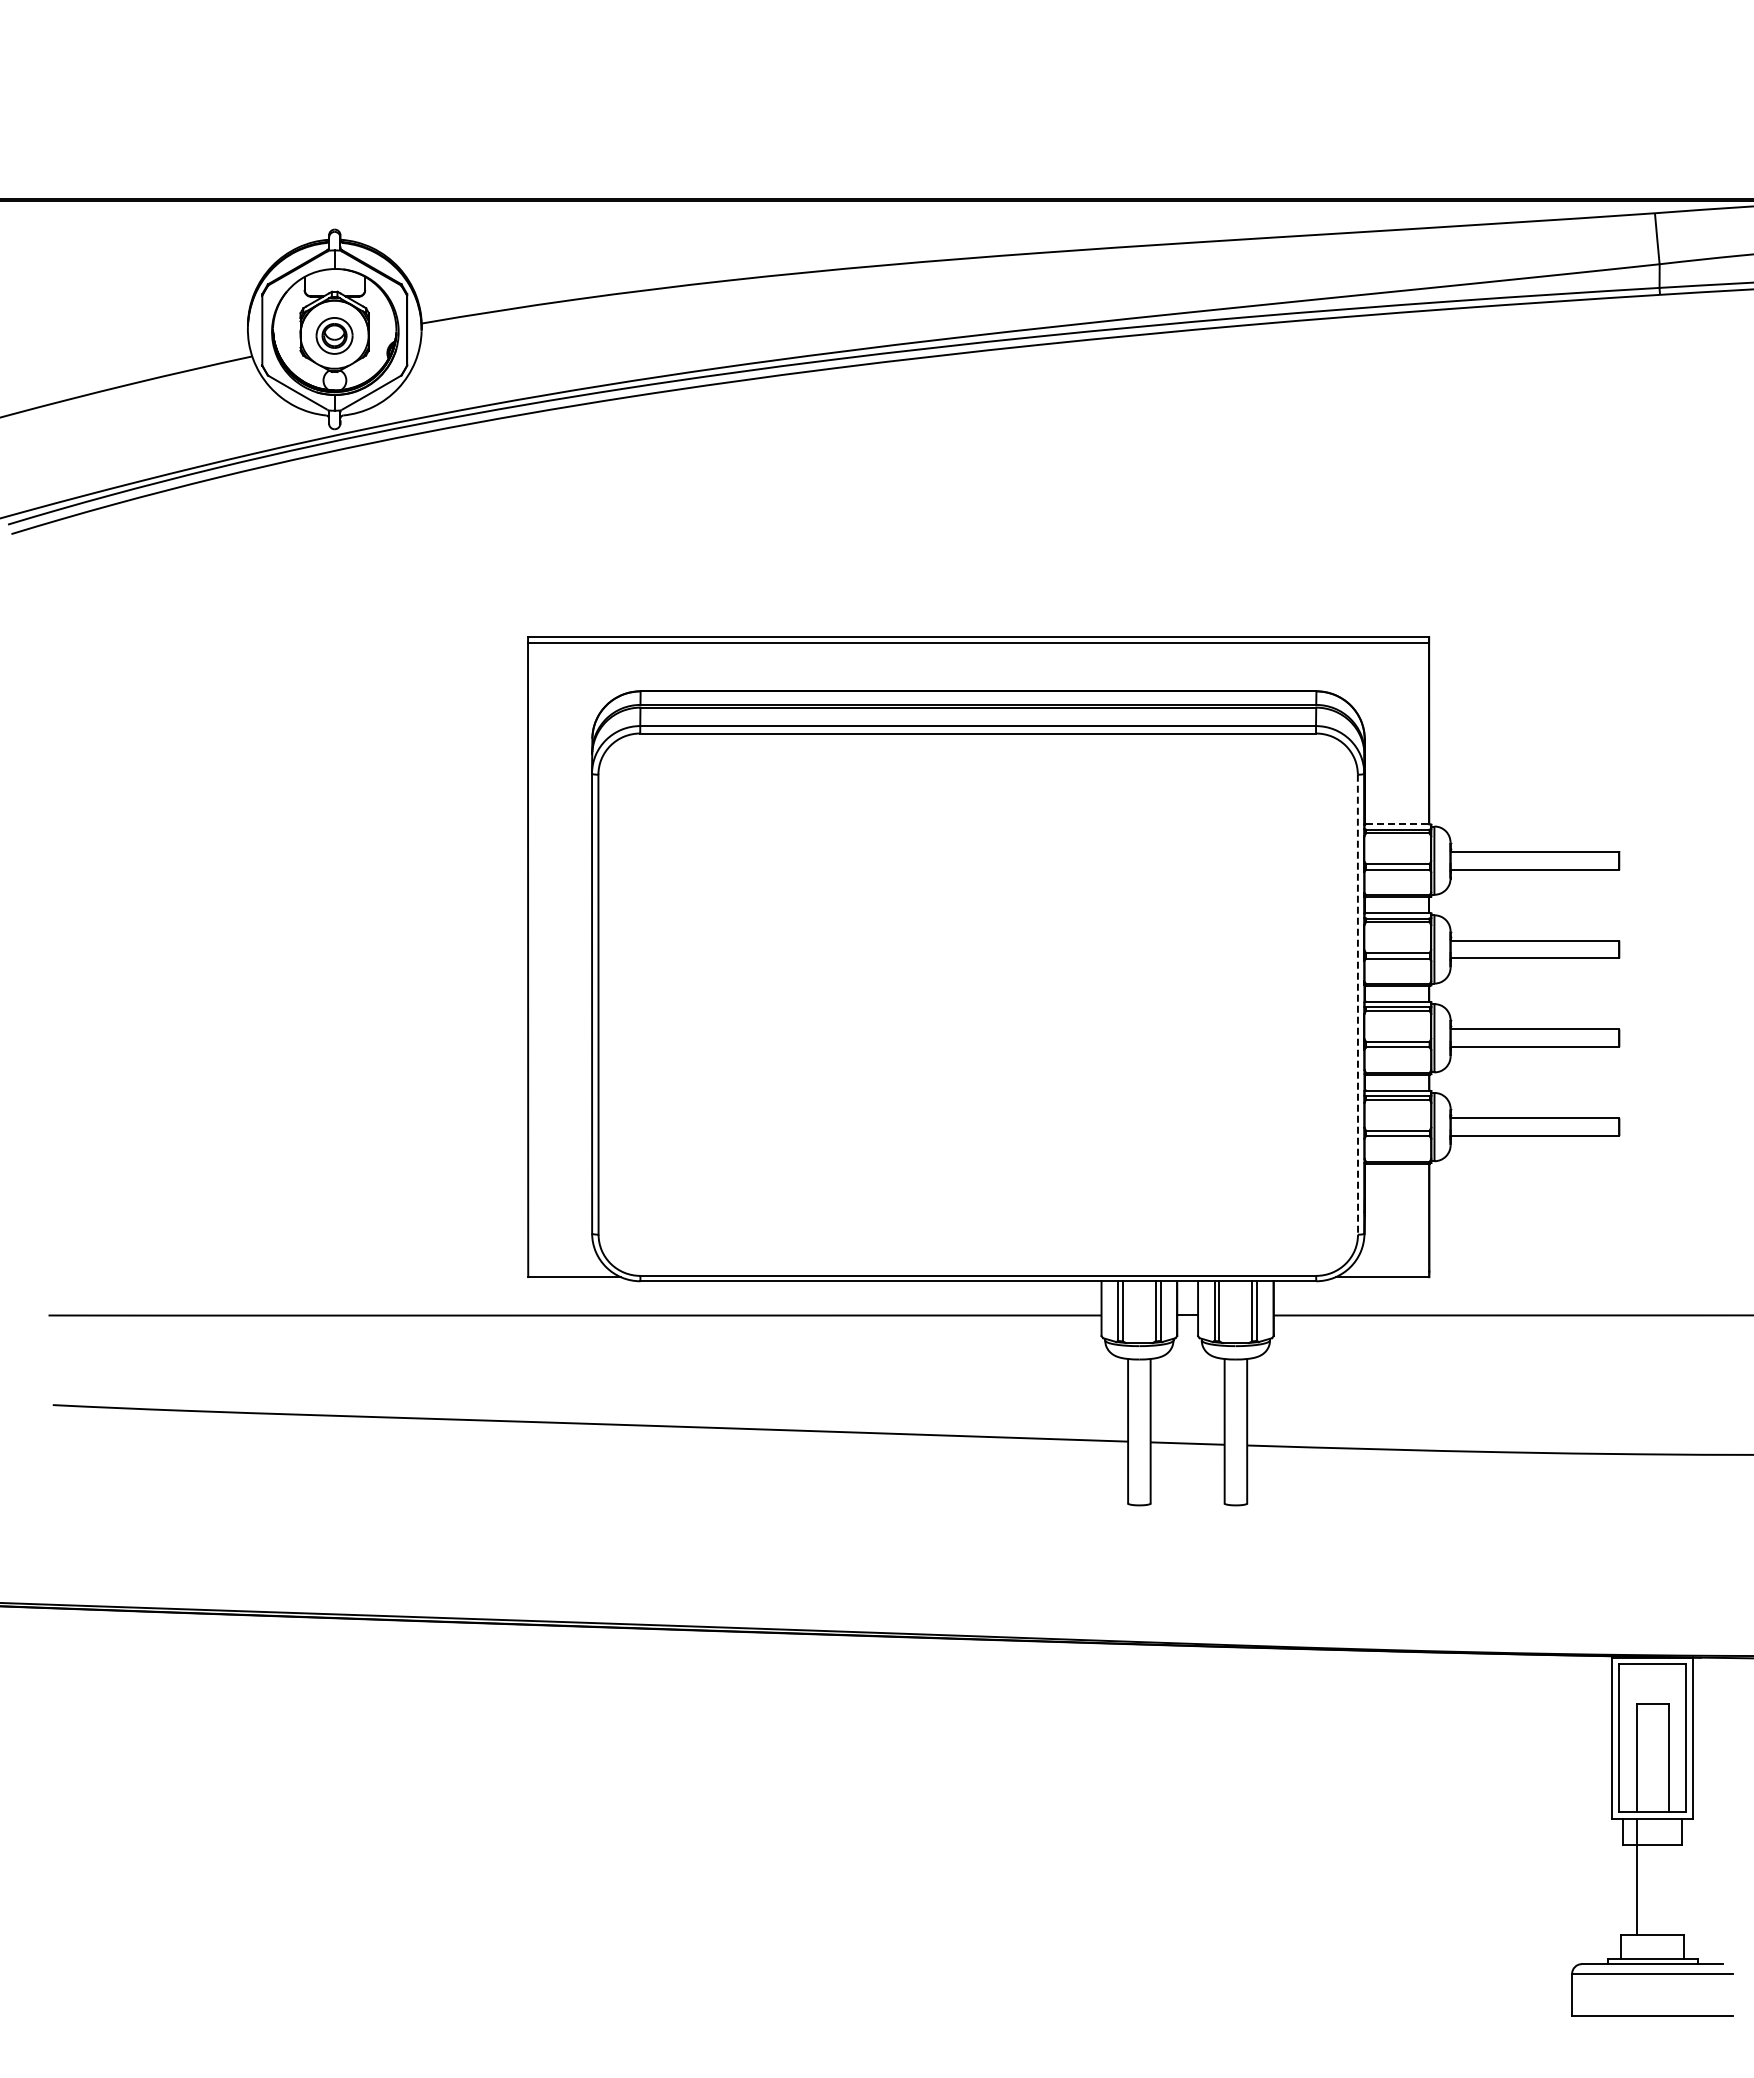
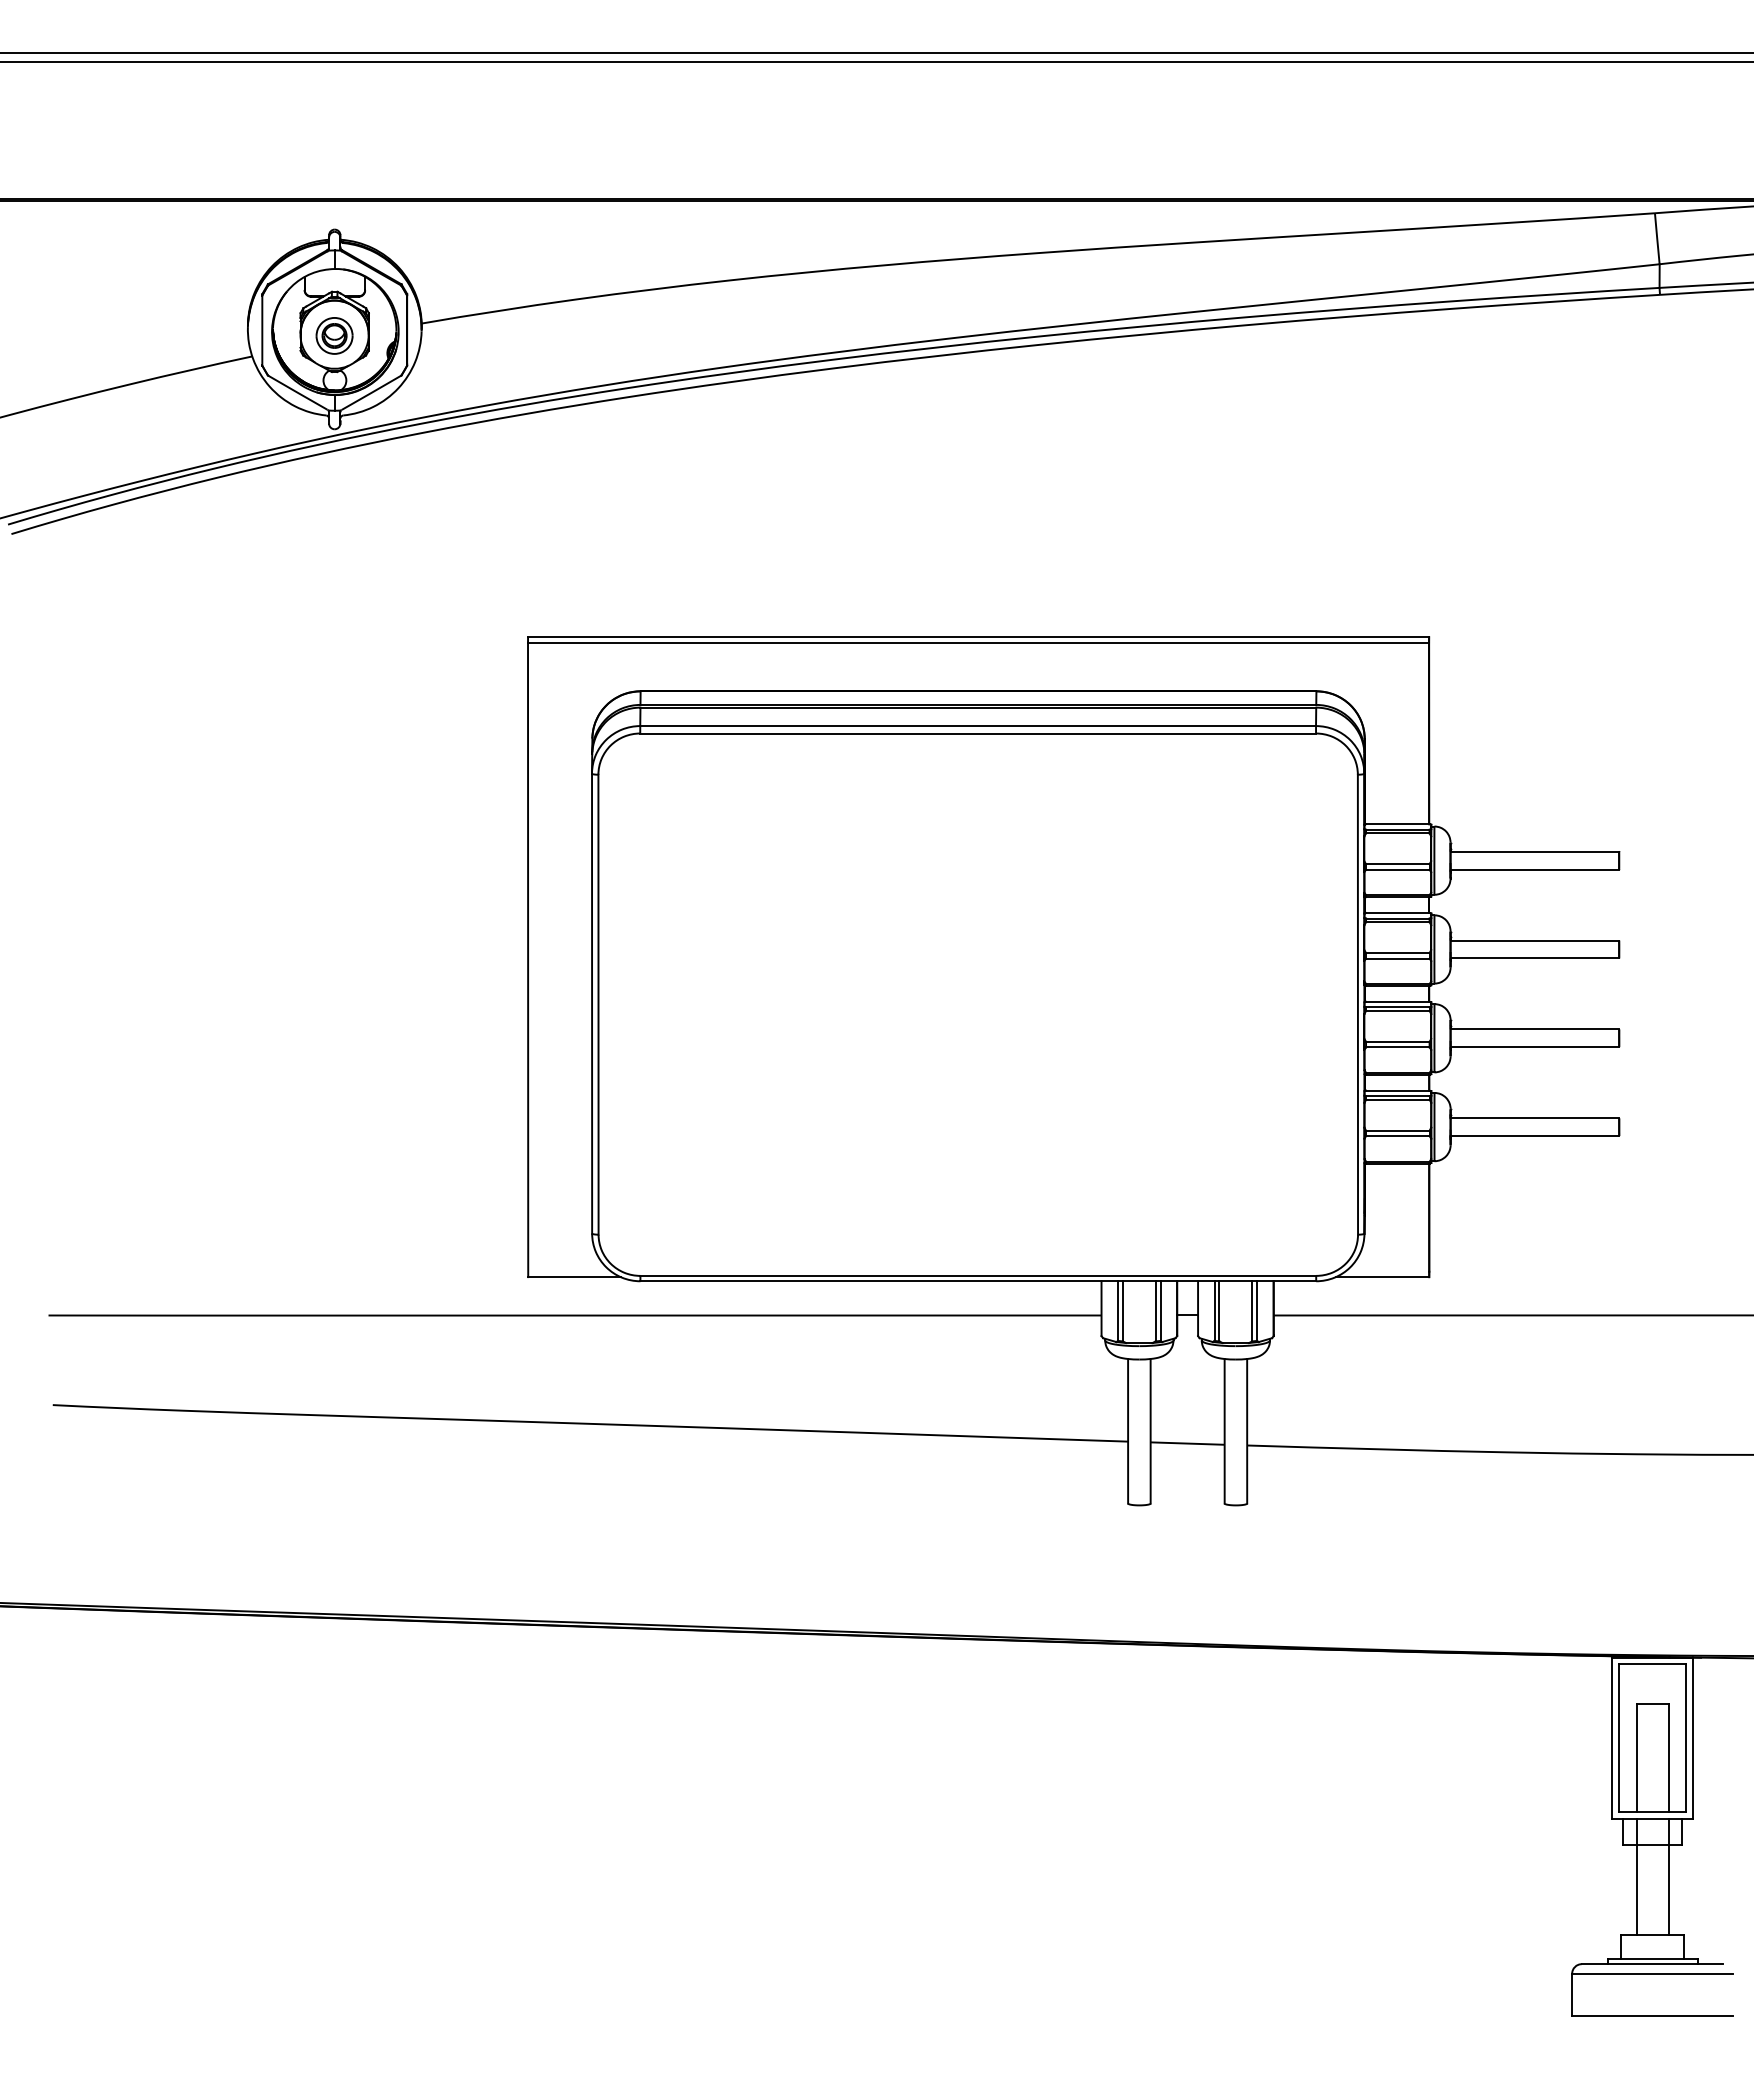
line at (876, 52): none -> present
line at (876, 62): none -> present
line at (1397, 824): dashed -> solid
line at (1357, 1004): dashed -> solid
line at (1668, 1876): none -> present
